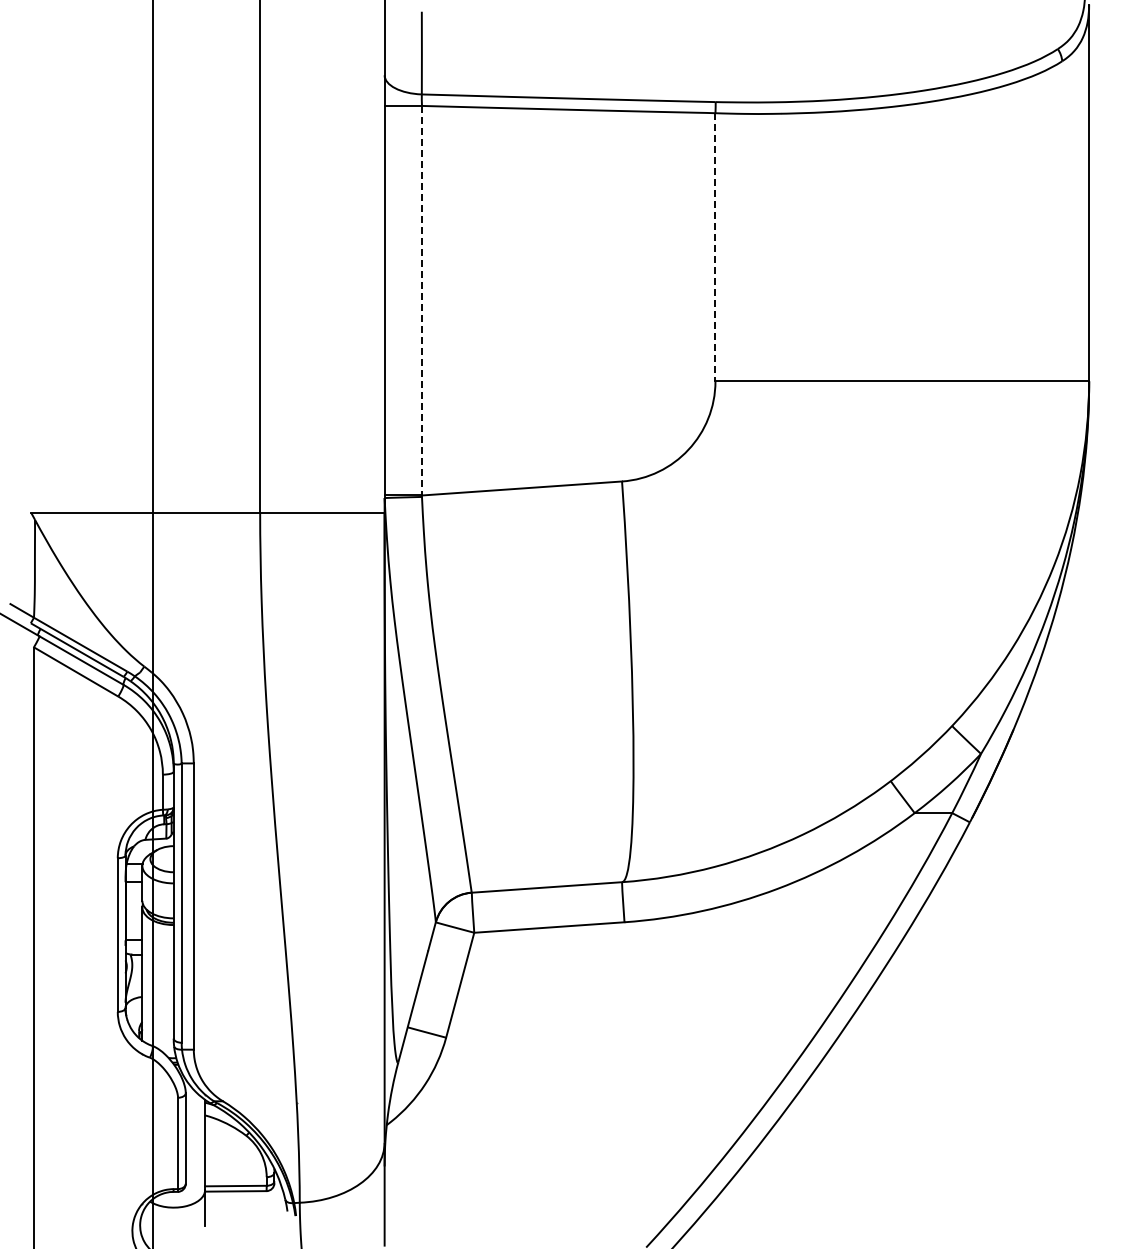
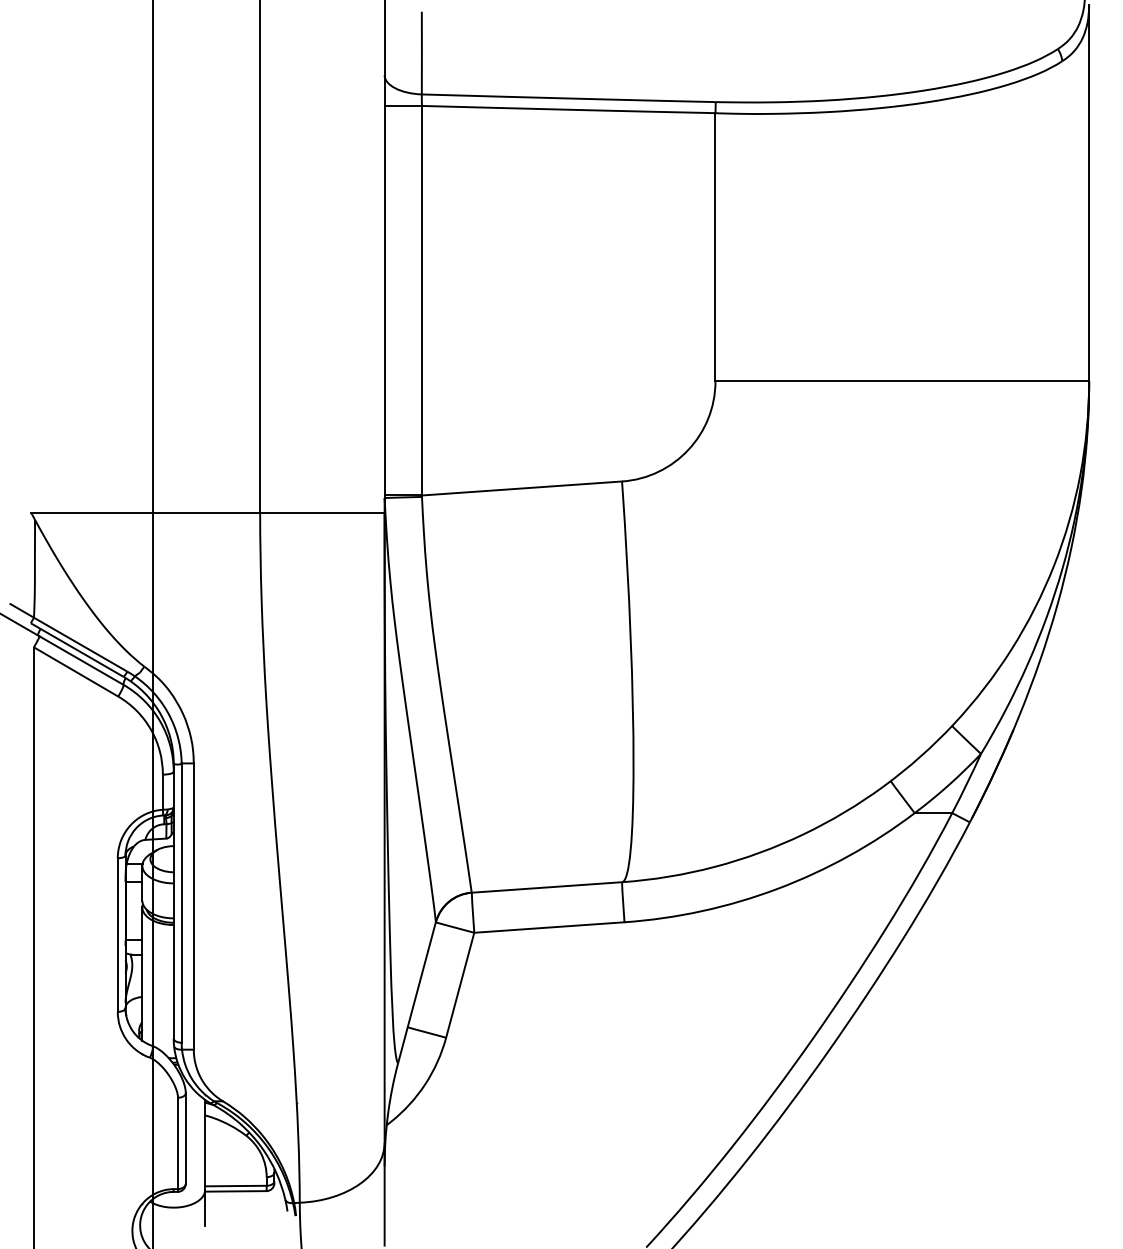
line at (715, 247): dashed -> solid
line at (422, 300): dashed -> solid
